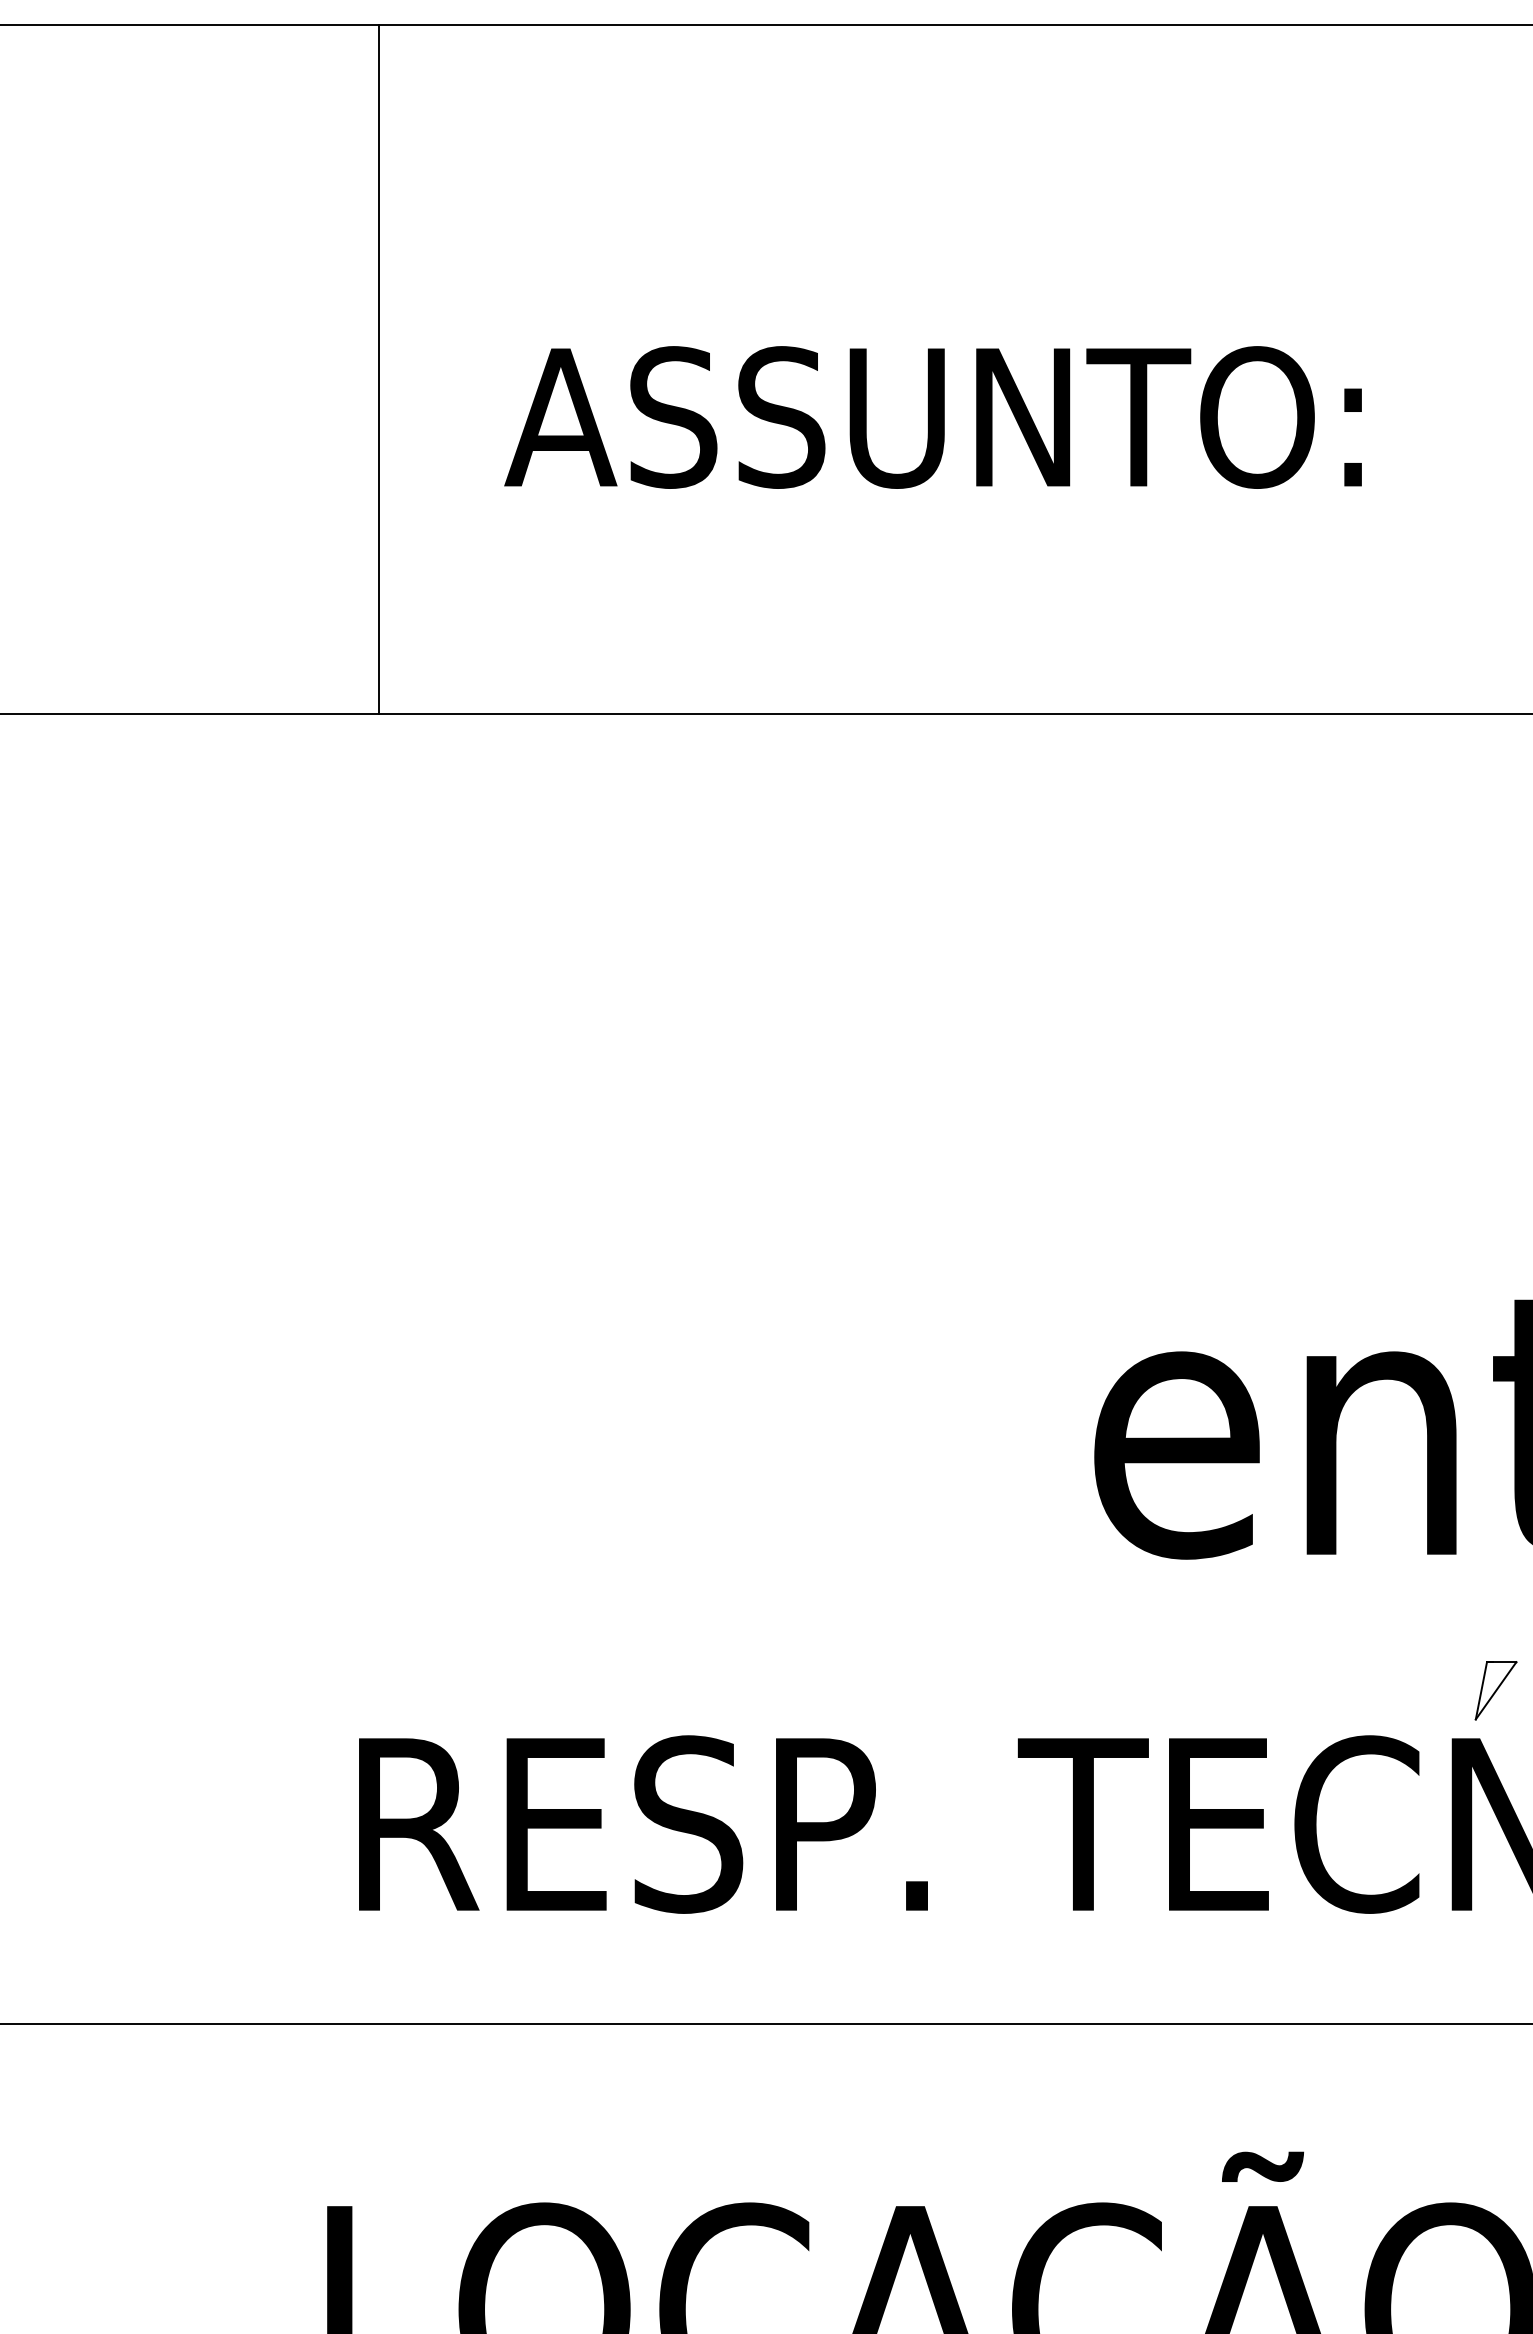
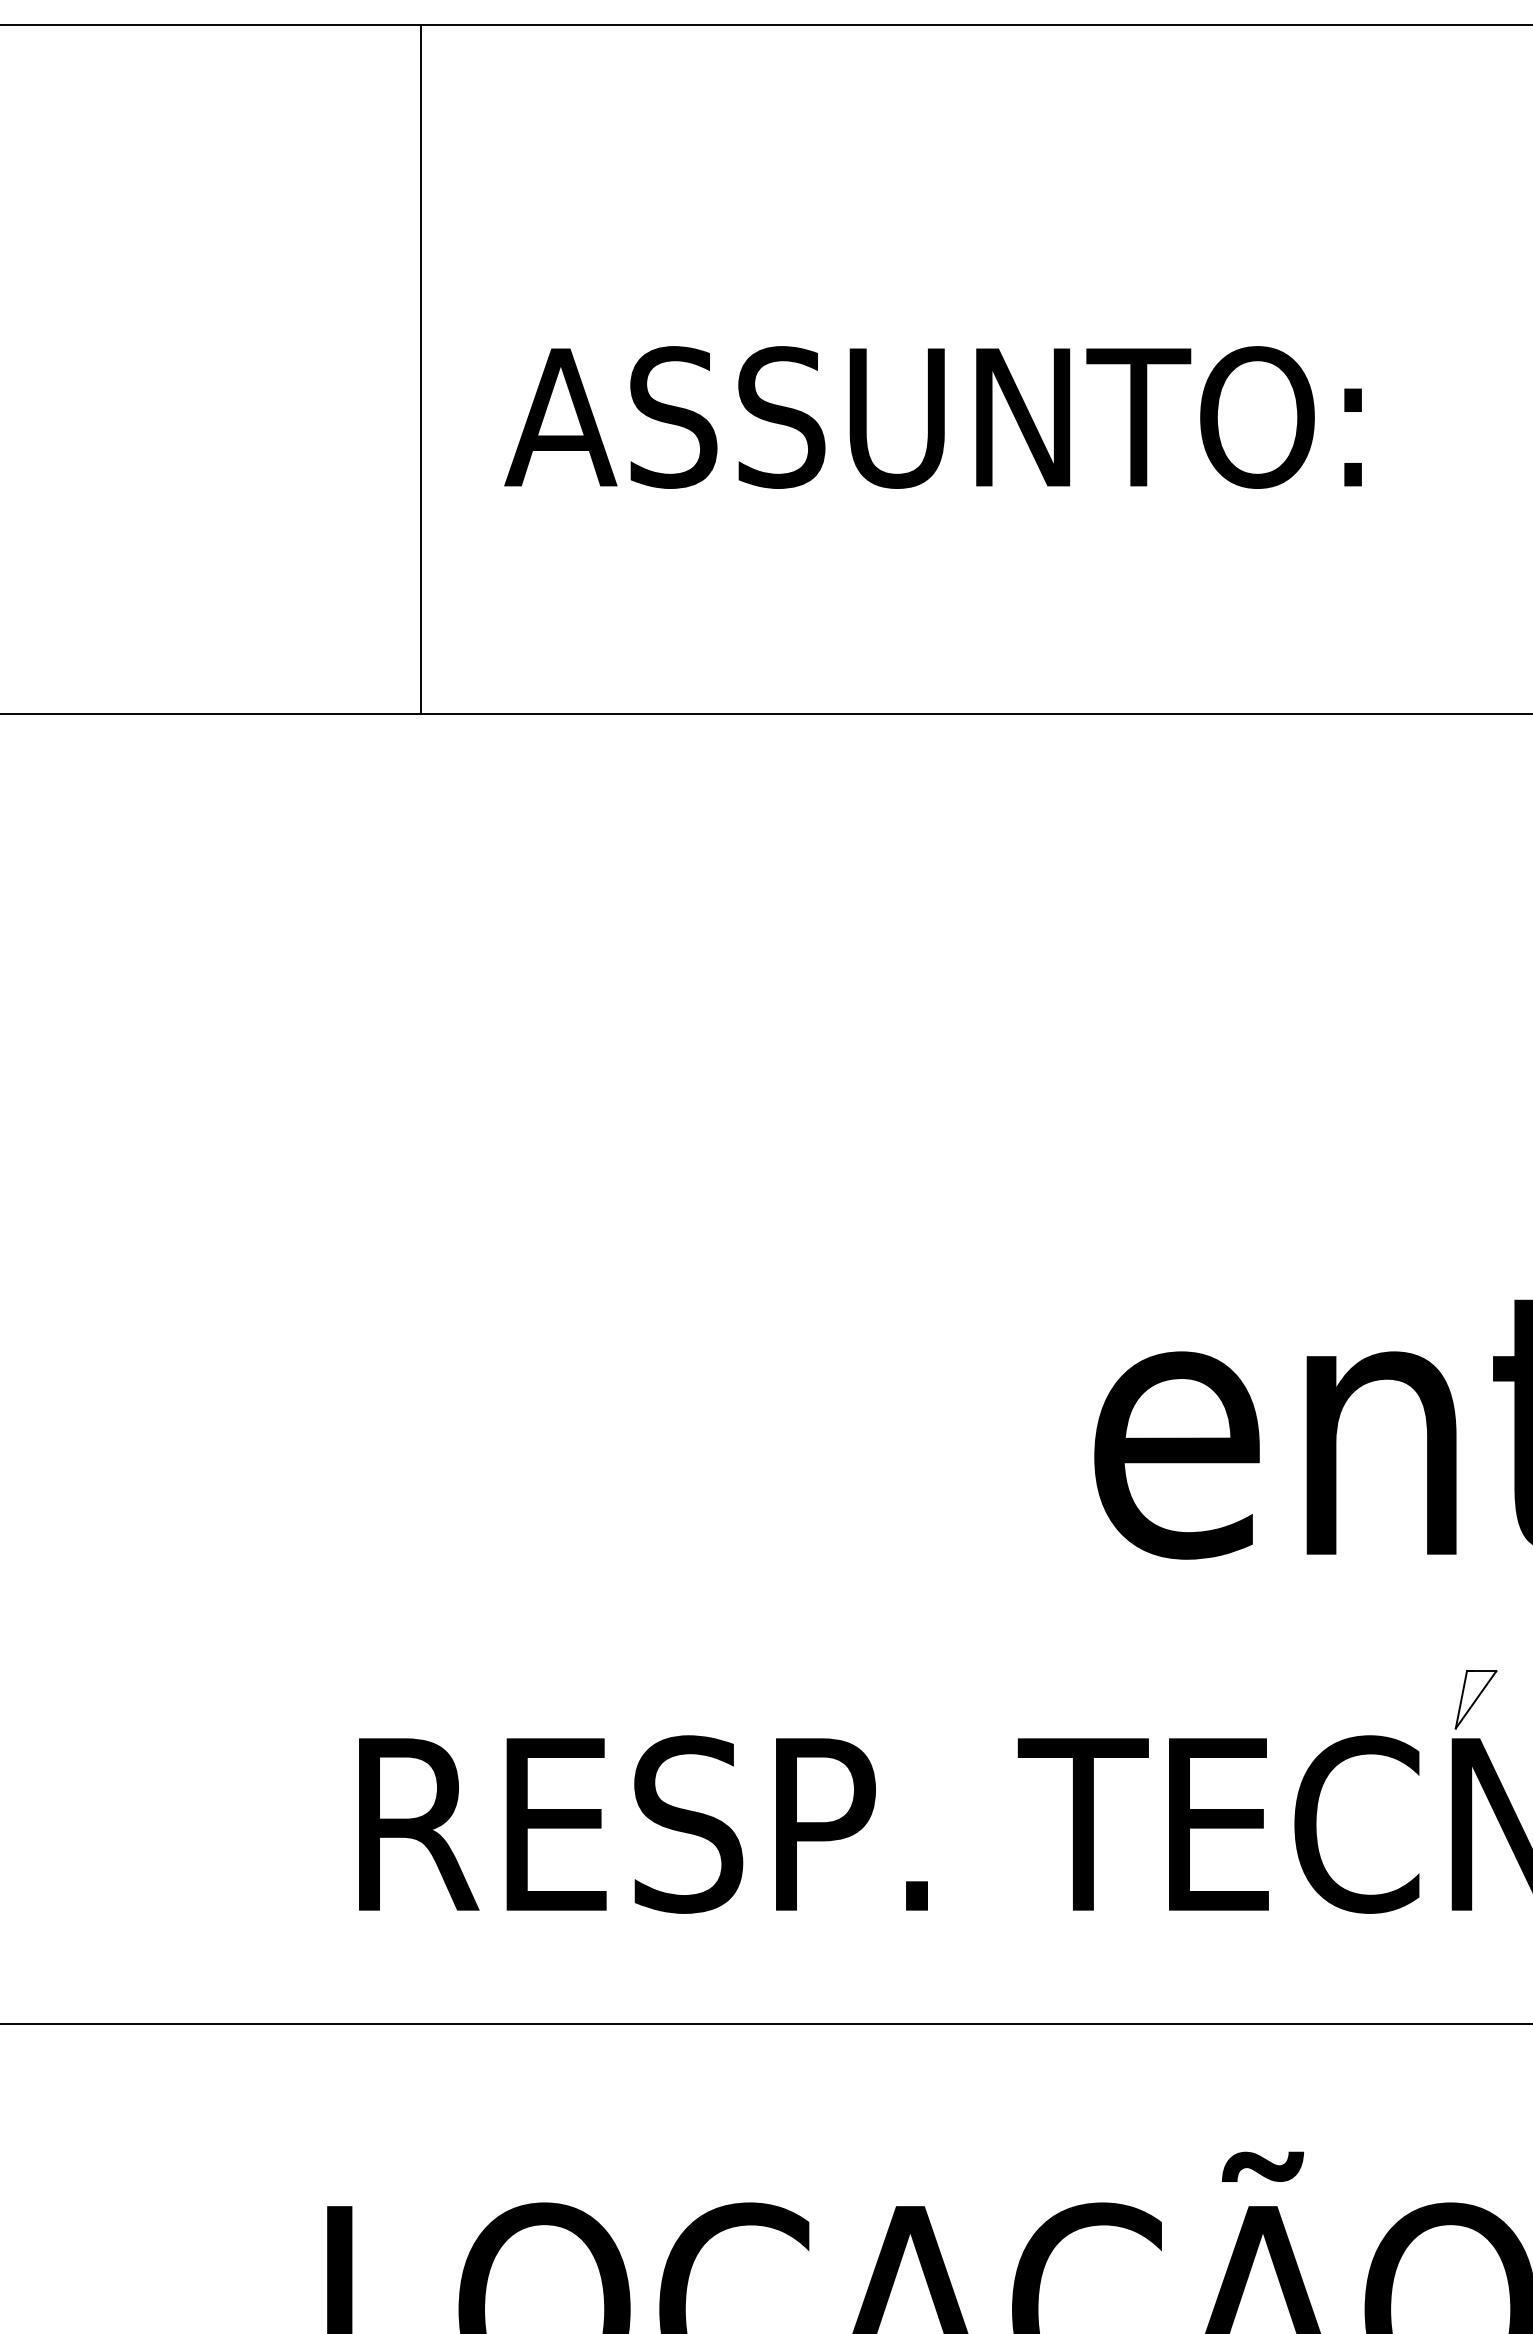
line at (379, 369) position: (379, 369) -> (421, 369)
part at (1495, 1690) position: (1495, 1690) -> (1475, 1699)
